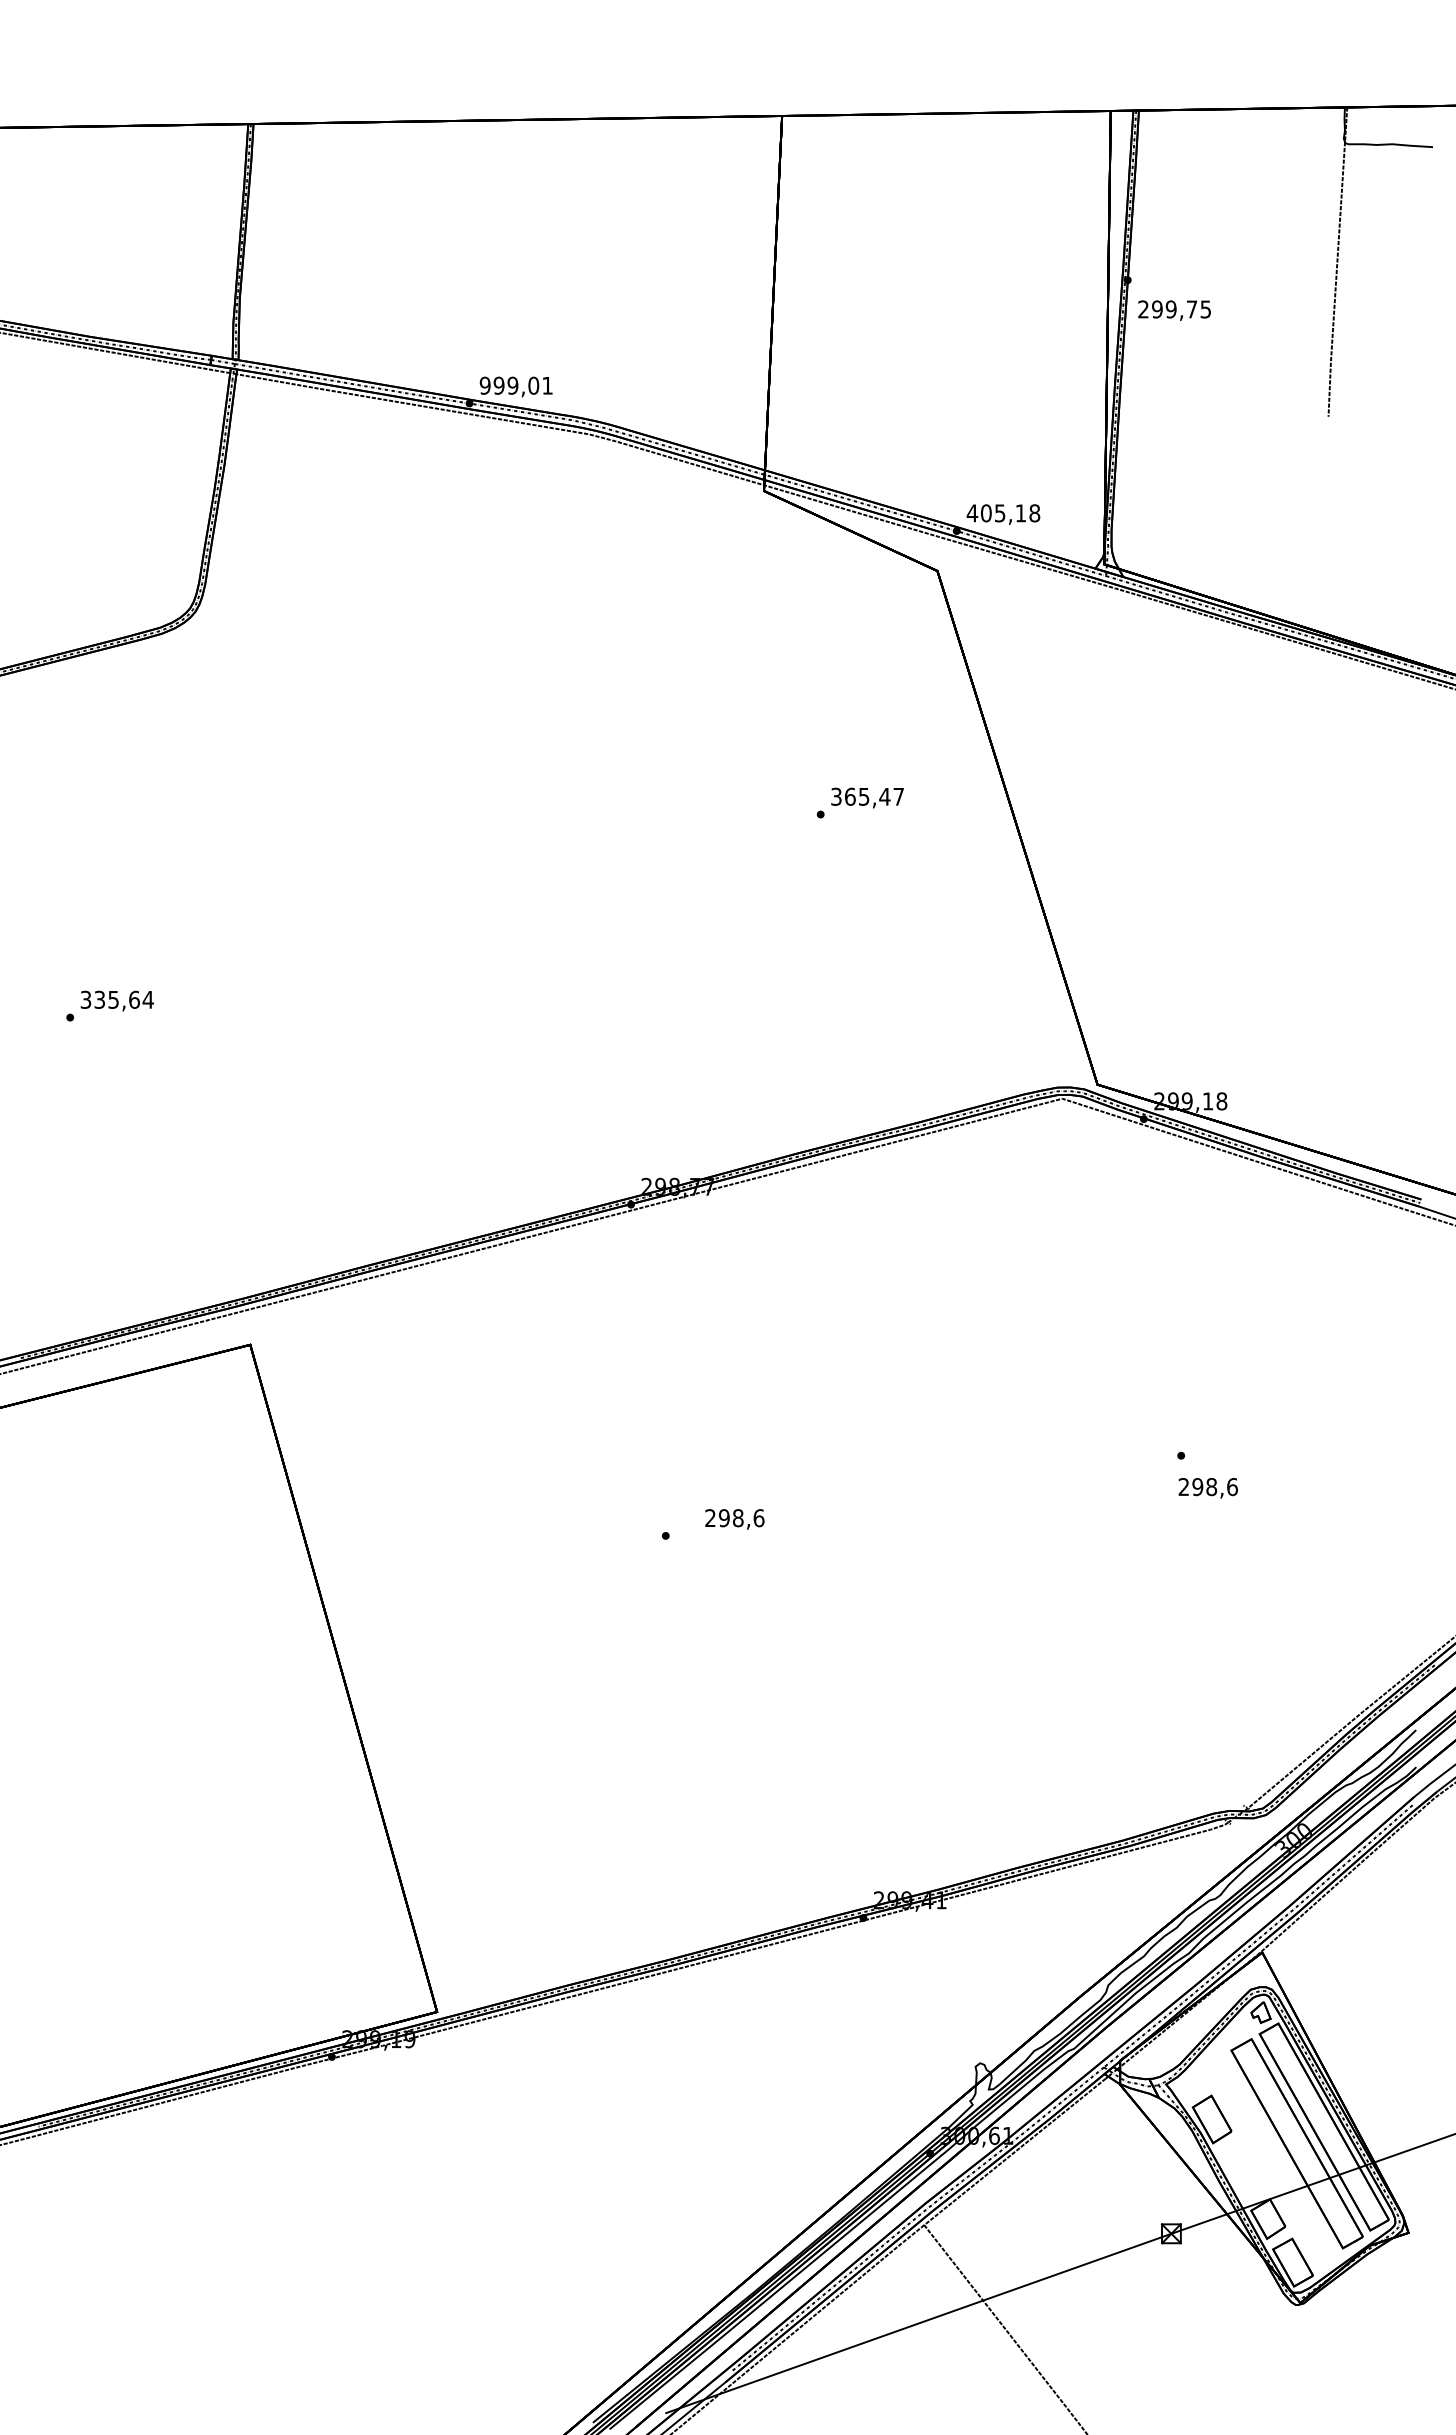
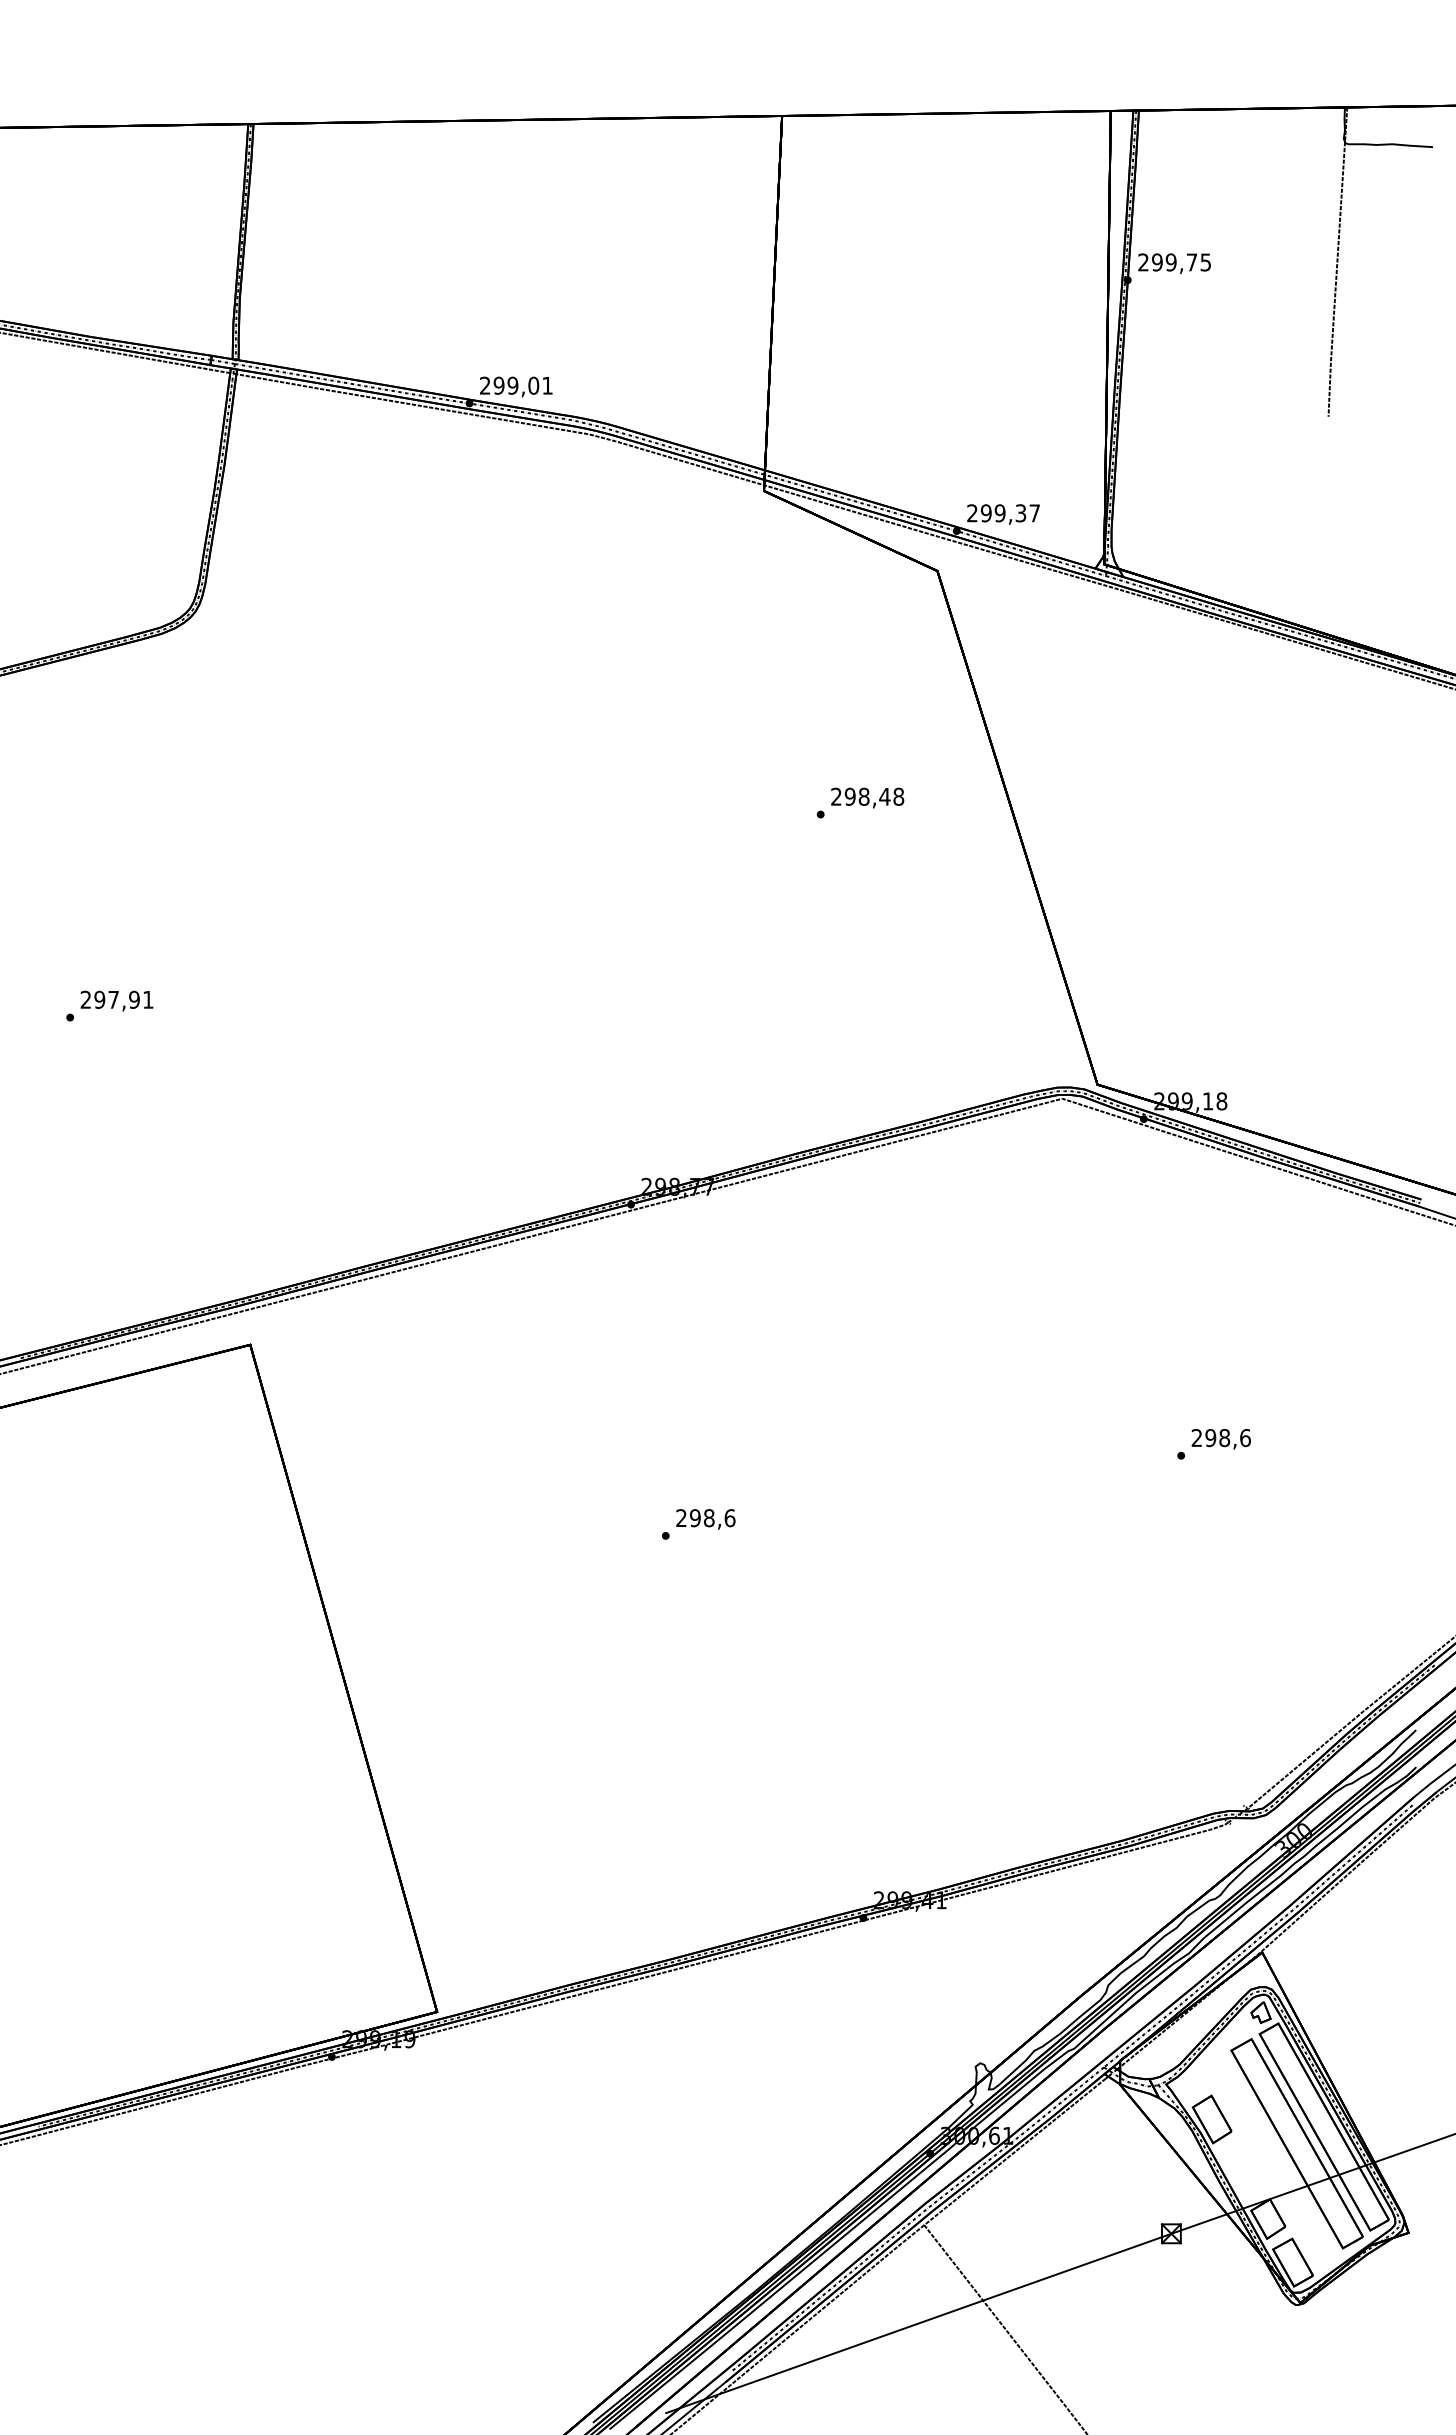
text at (1174, 310) position: (1174, 310) -> (1174, 263)
text at (484, 385): 999,01 -> 299,01
text at (1003, 513): 405,18 -> 299,37
text at (867, 796): 365,47 -> 298,48
text at (116, 999): 335,64 -> 297,91
text at (1207, 1488) position: (1207, 1488) -> (1220, 1439)
text at (734, 1519) position: (734, 1519) -> (705, 1519)
